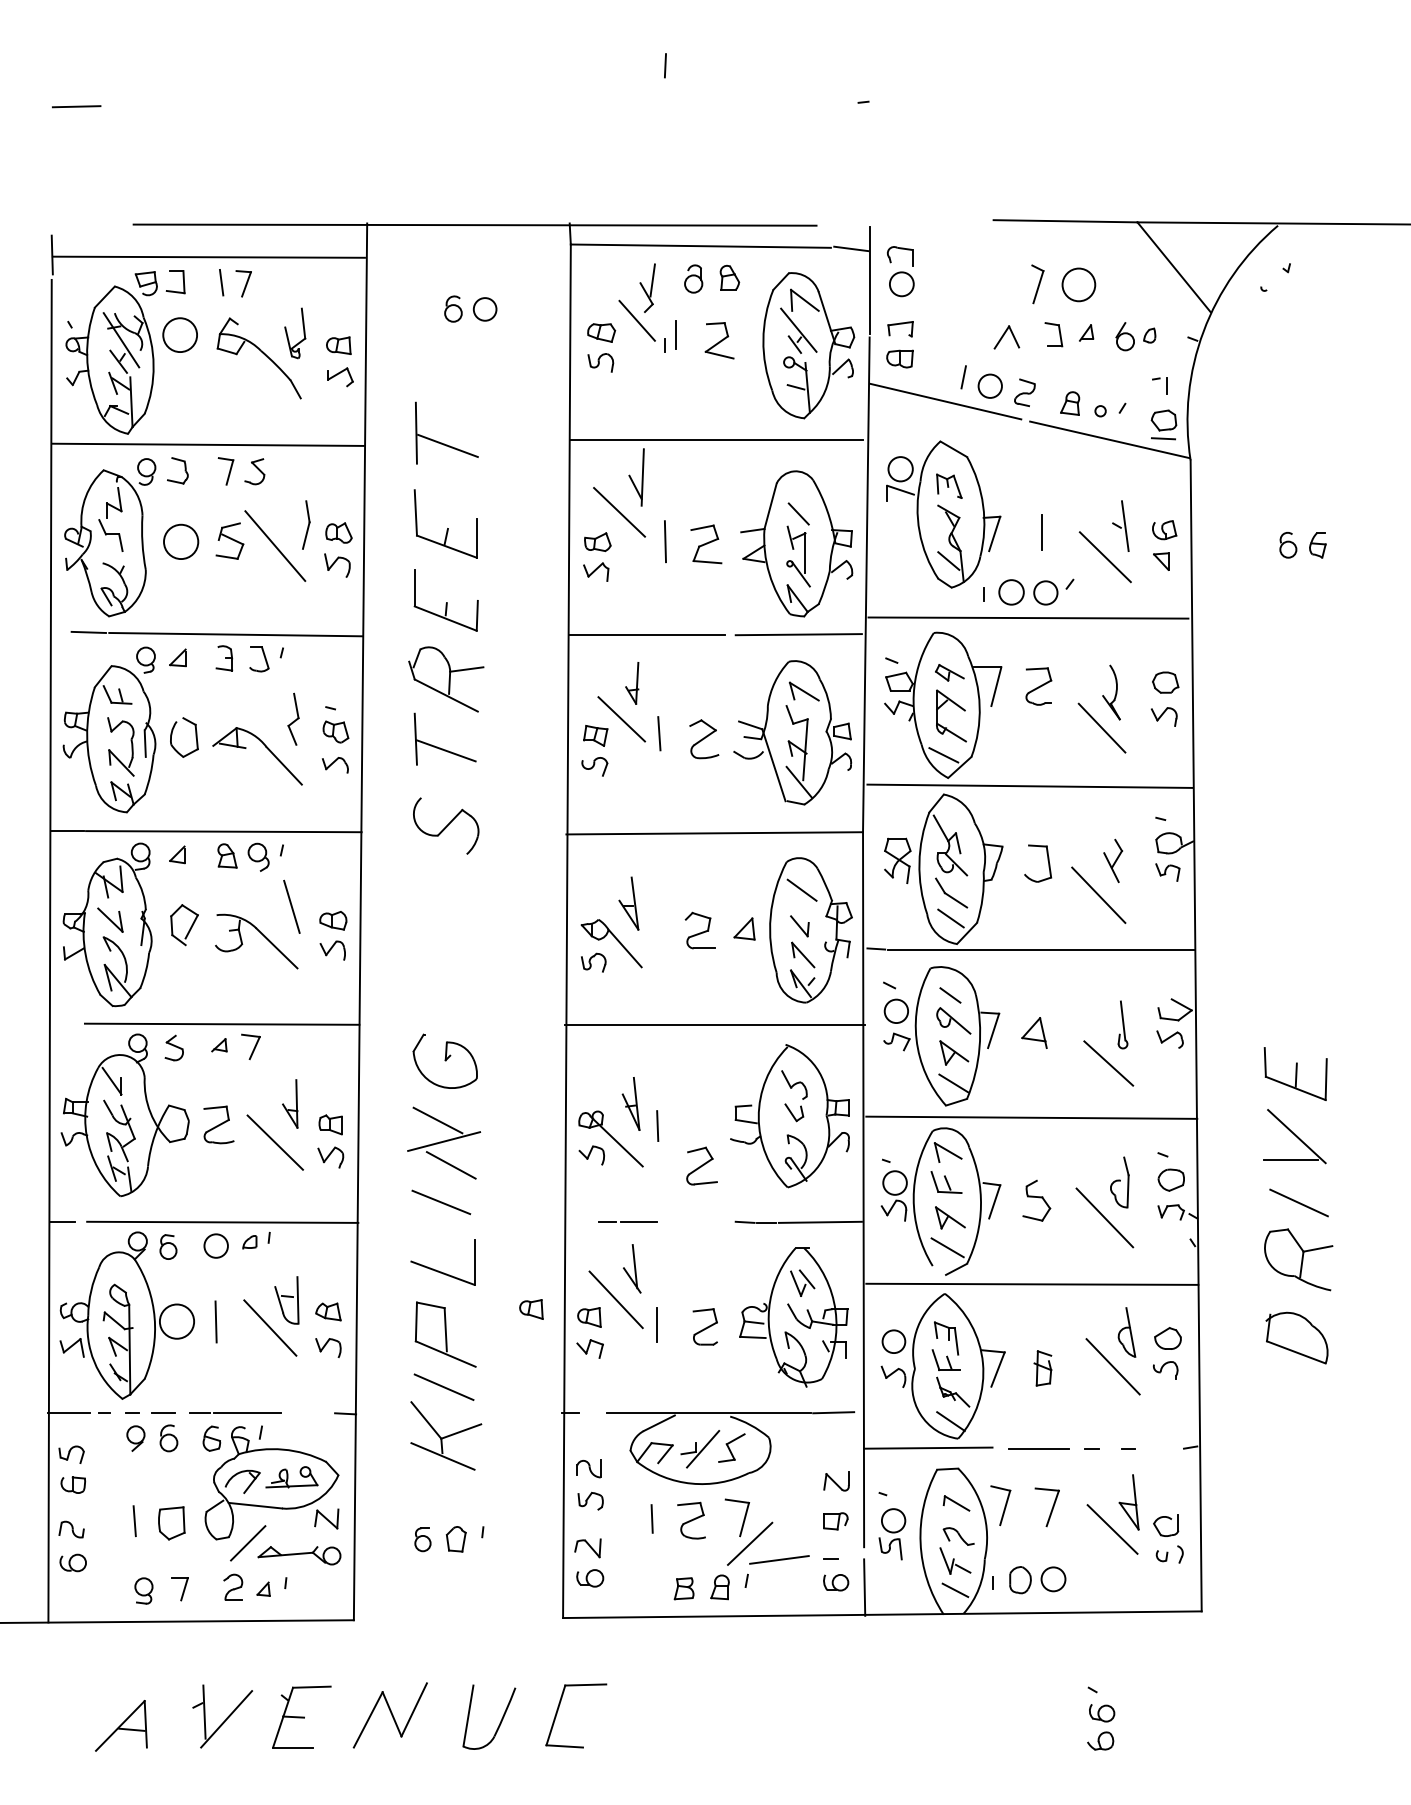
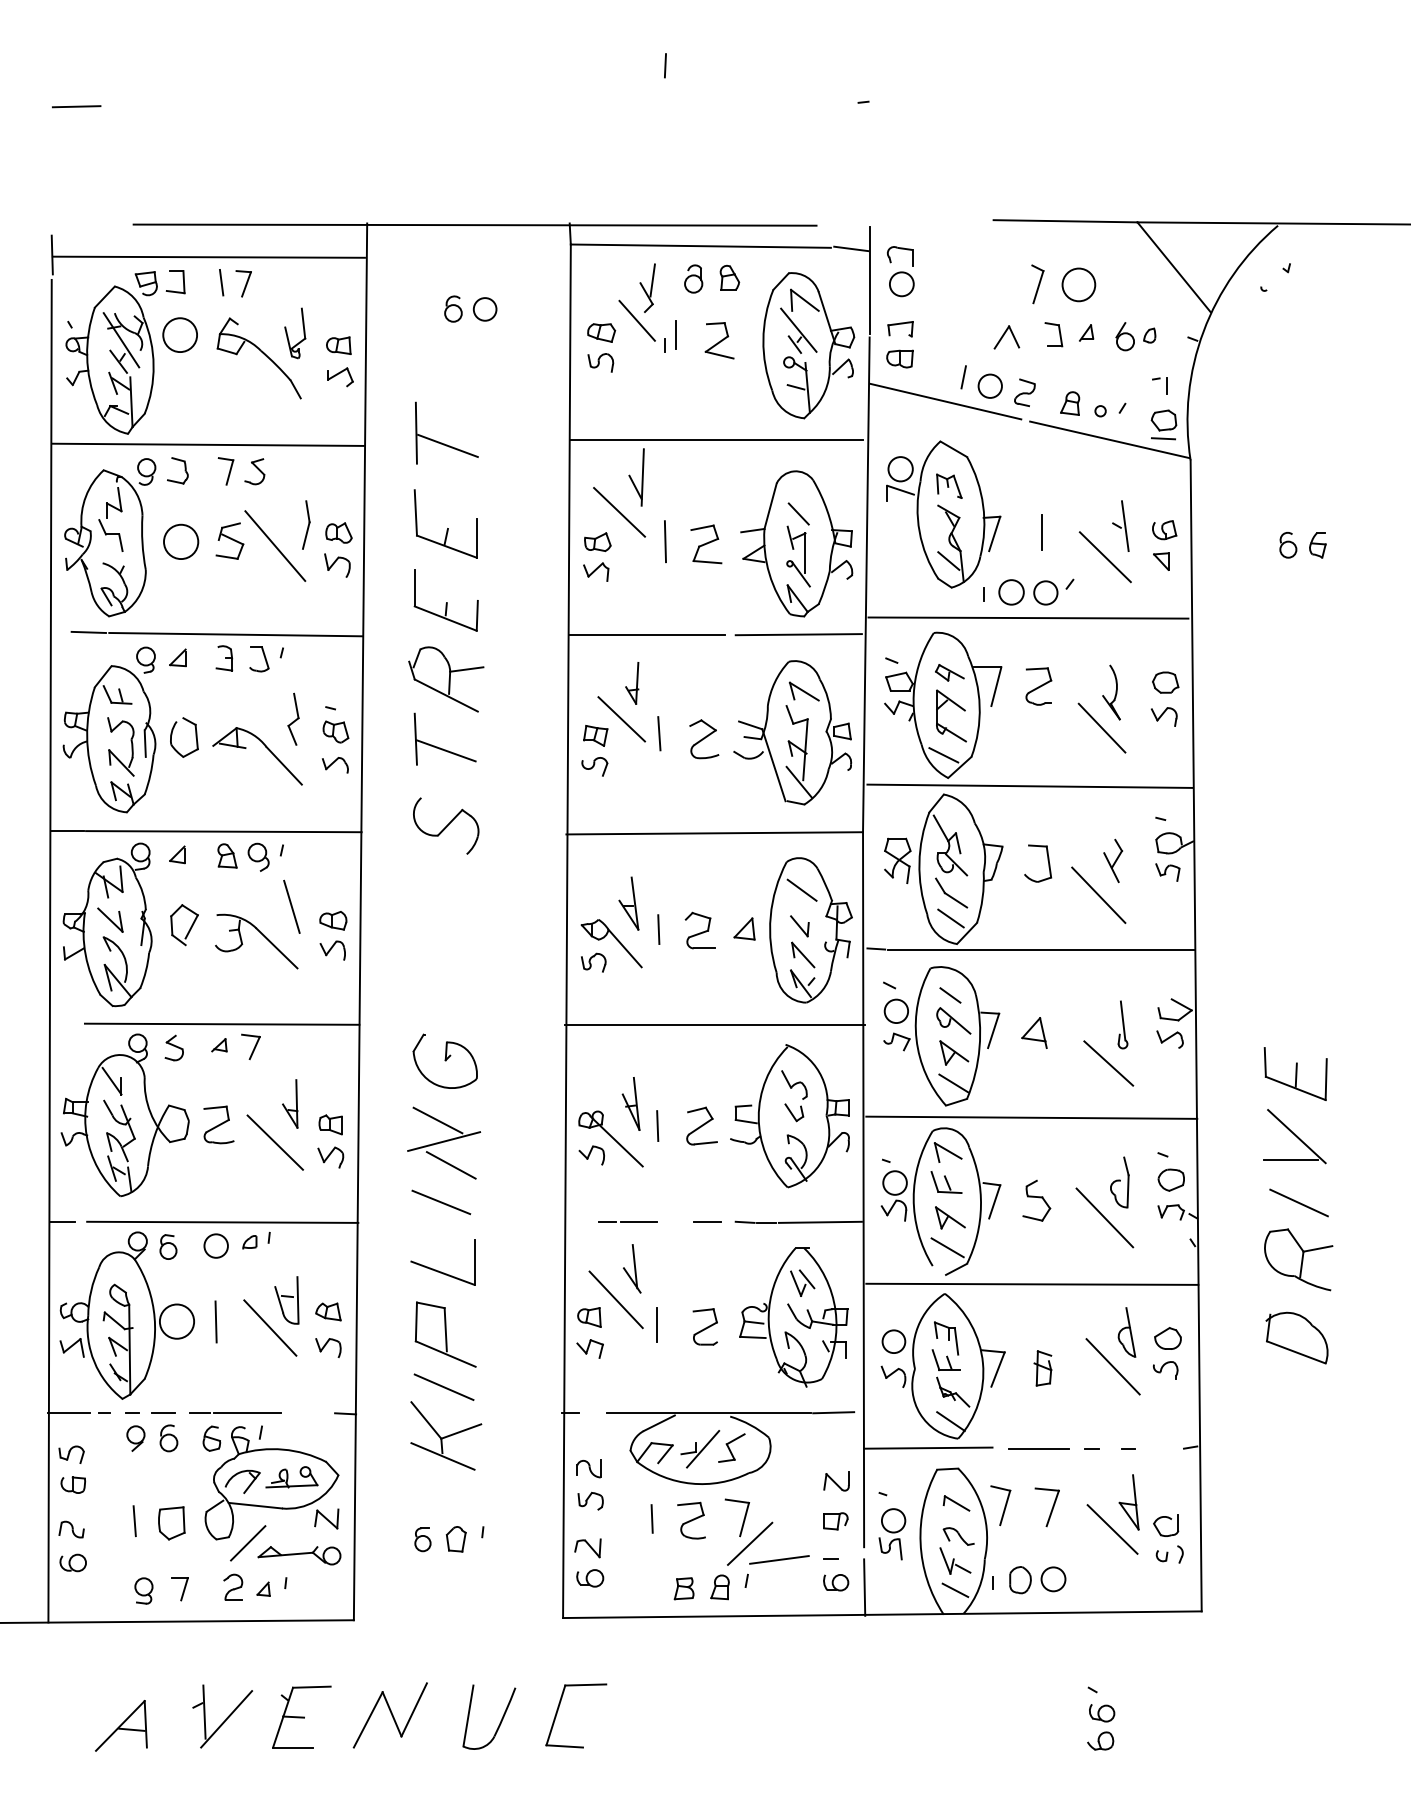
line at (658, 929): none -> present
part at (701, 1165) position: (701, 1165) -> (701, 1125)
line at (707, 1221): none -> present
part at (531, 1309): present -> none
